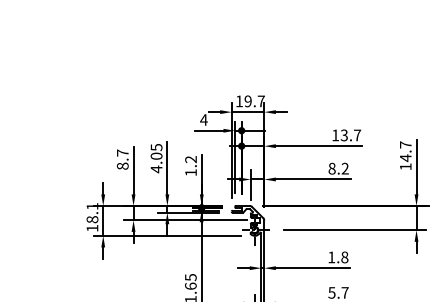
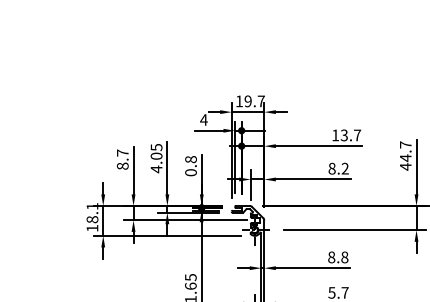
text at (190, 166): 1.2 -> 0.8
text at (405, 166): 14.7 -> 44.7
text at (331, 257): 1.8 -> 8.8
